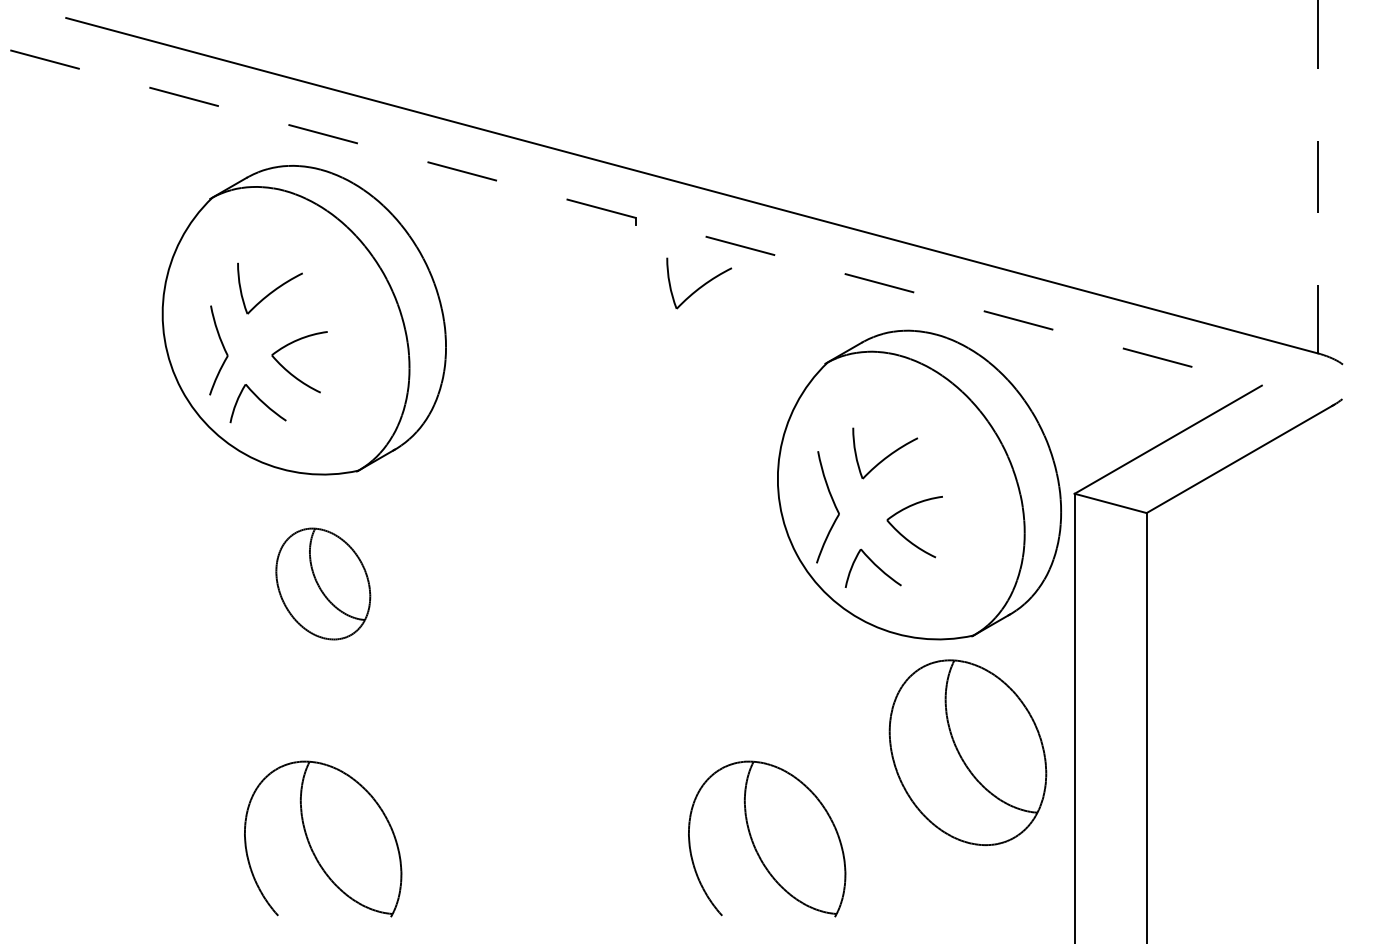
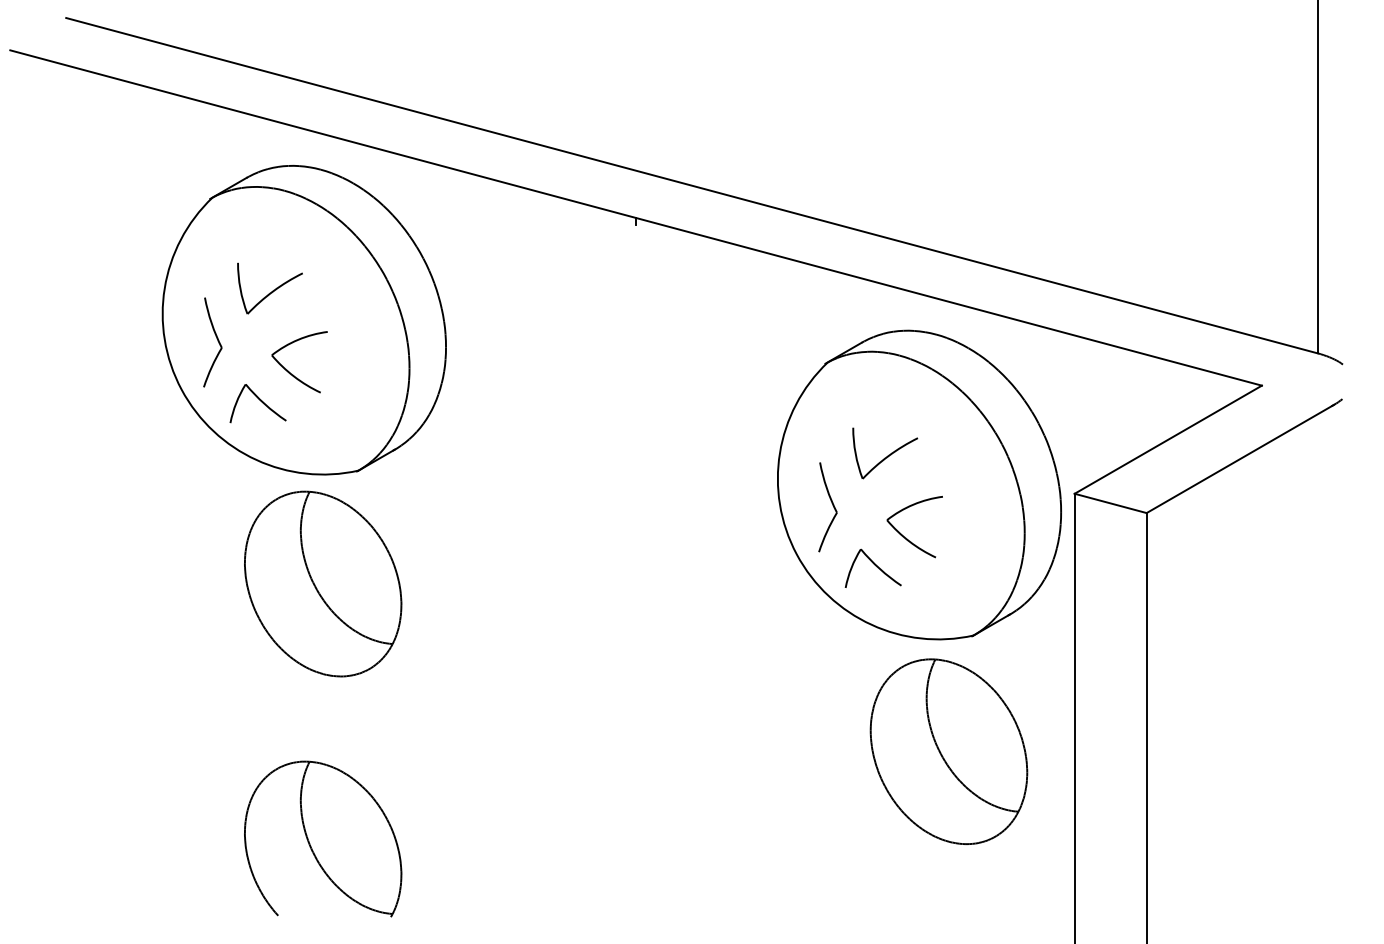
line at (1317, 177): dashed -> solid
line at (636, 218): dashed -> solid
part at (699, 283): present -> none
part at (218, 350) position: (218, 350) -> (212, 342)
part at (827, 507) size: 24x113 px -> 20x91 px
part at (323, 583) size: 97x114 px -> 159x188 px
part at (967, 752) position: (967, 752) -> (948, 751)
part at (767, 838): present -> none
